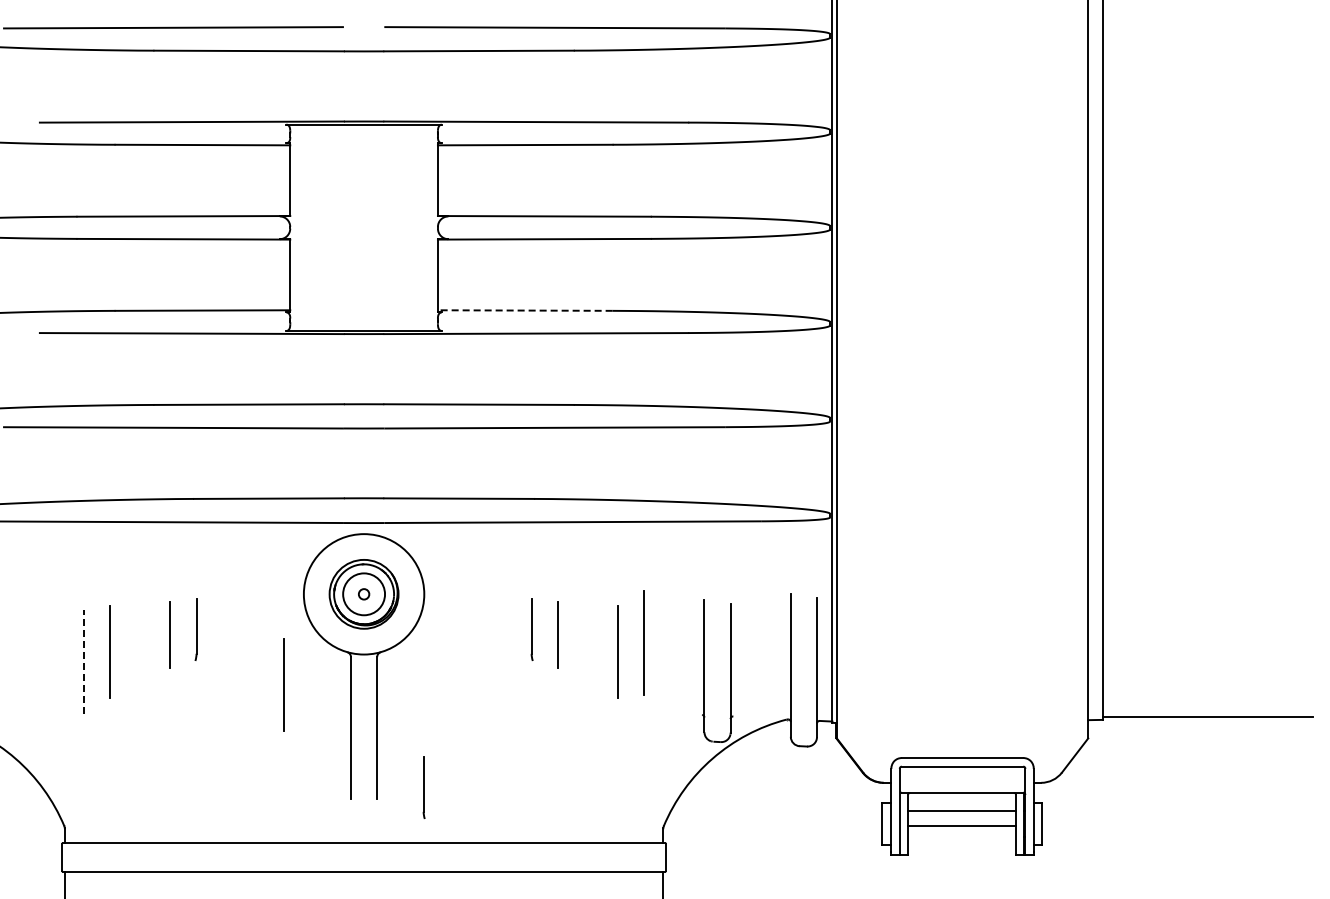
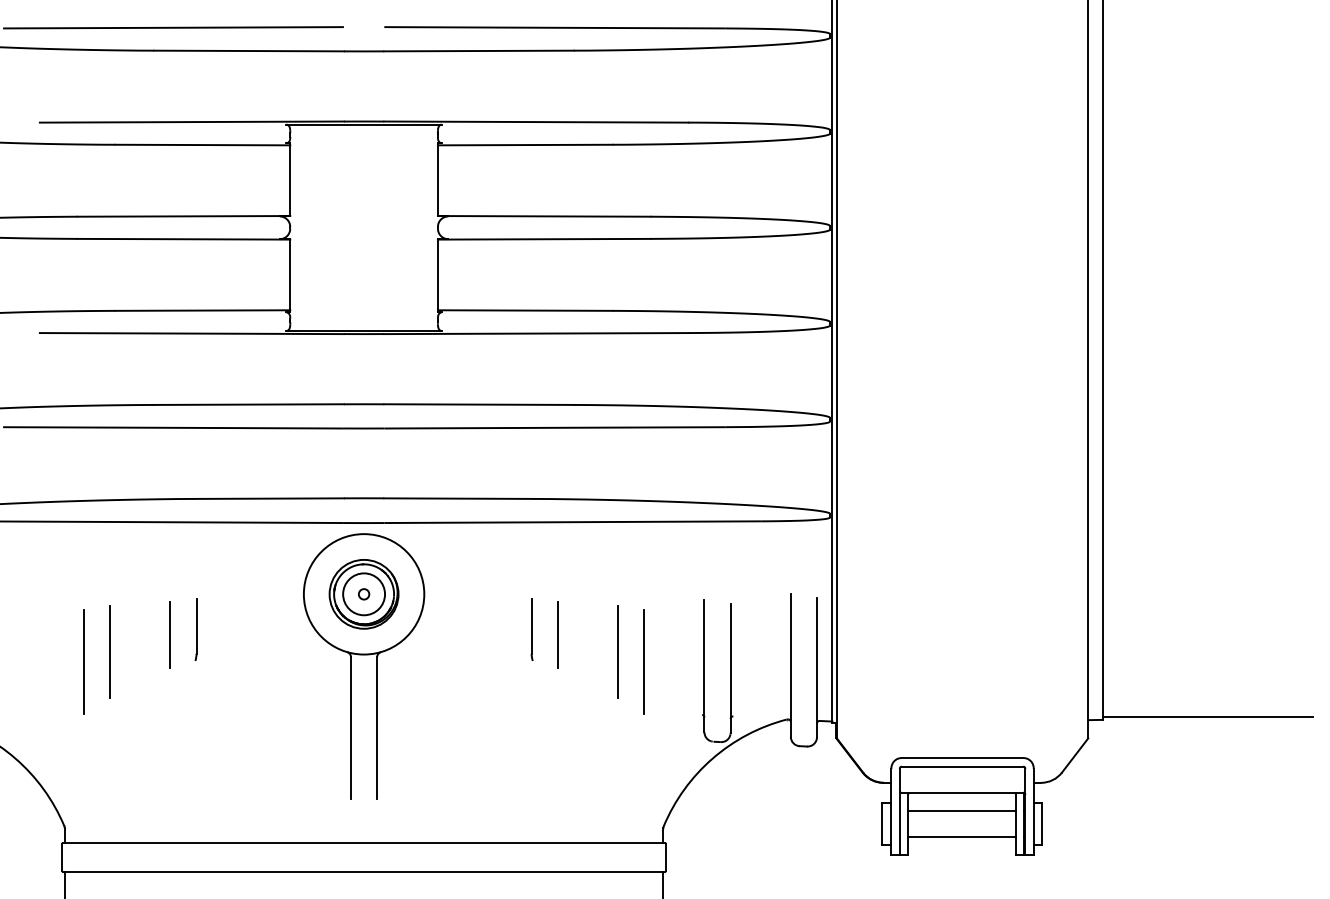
line at (524, 310): dashed -> solid
line at (643, 642) position: (643, 642) -> (643, 661)
line at (83, 662): dashed -> solid
line at (283, 684): present -> none
part at (423, 787): present -> none
line at (961, 825) position: (961, 825) -> (961, 836)
